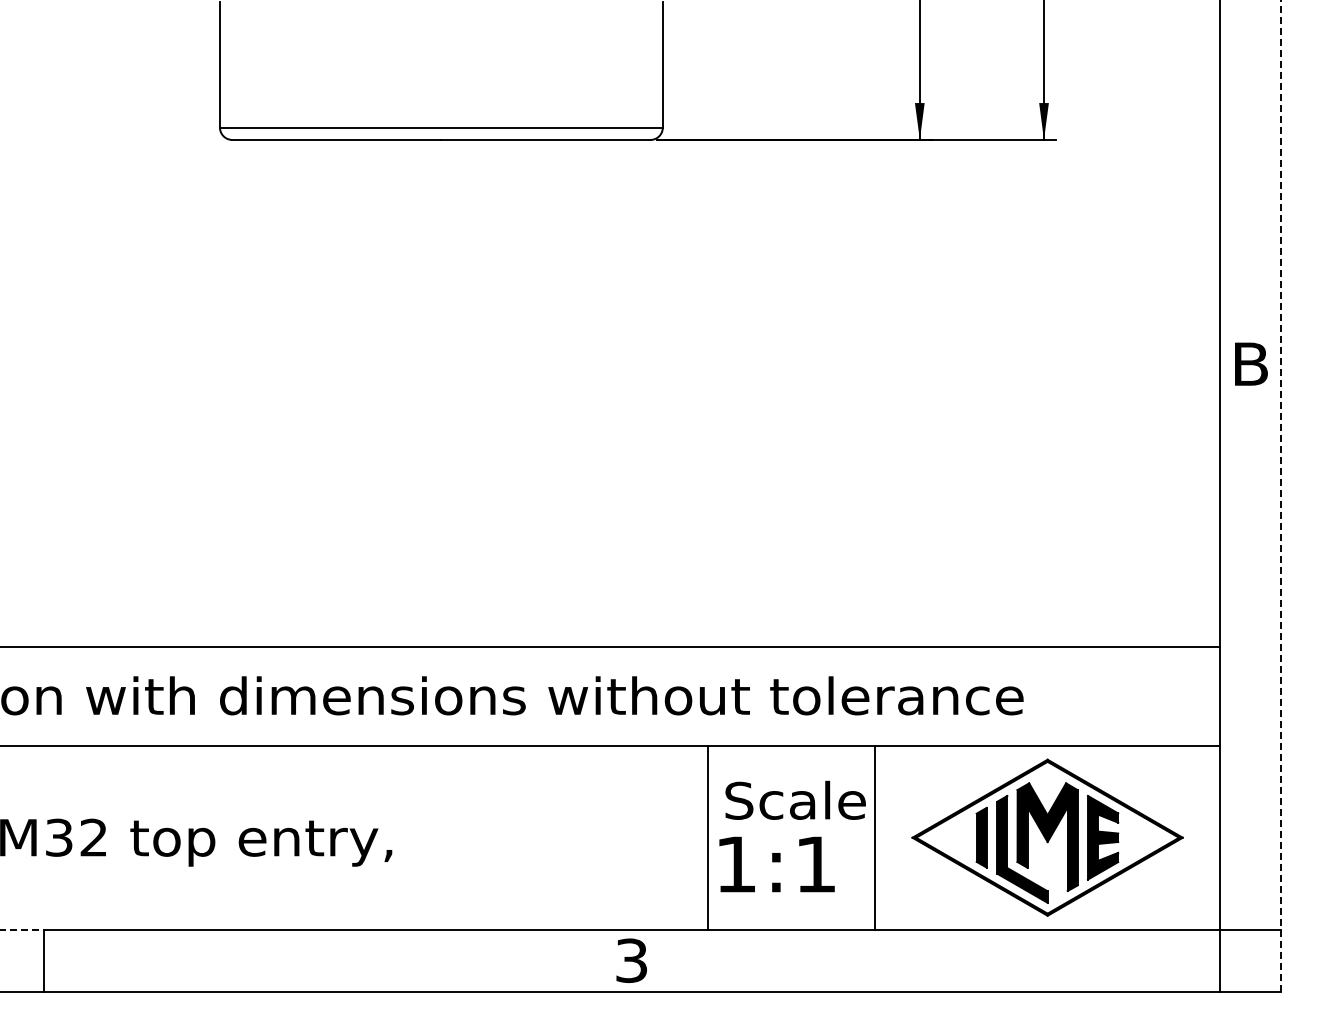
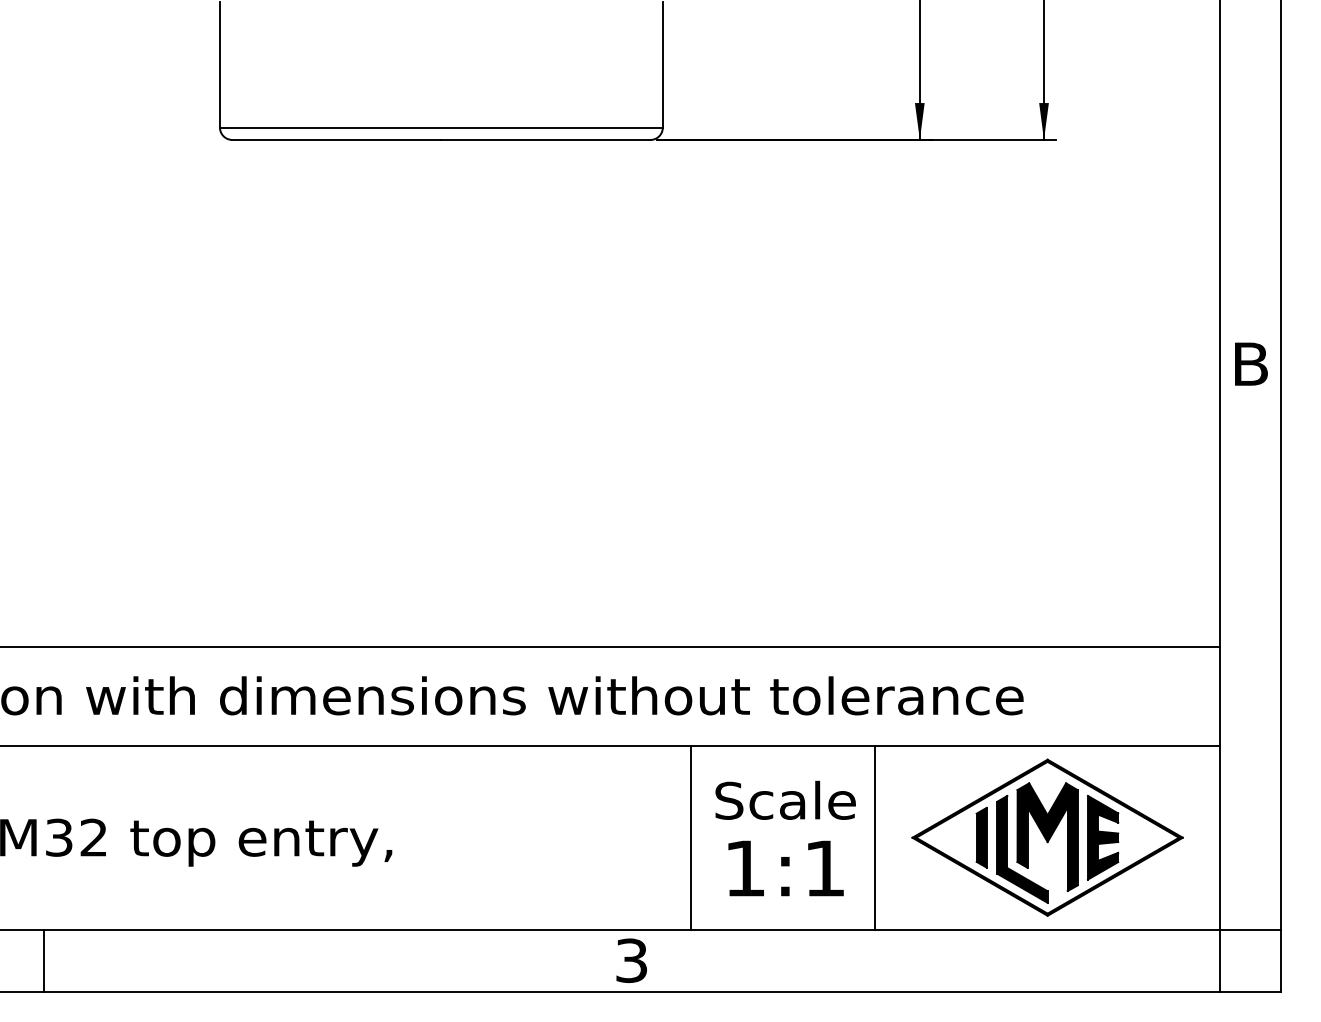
line at (1281, 495): dashed -> solid
text at (795, 799) position: (795, 799) -> (785, 799)
line at (707, 837) position: (707, 837) -> (690, 837)
text at (776, 864) position: (776, 864) -> (785, 868)
line at (22, 930): dashed -> solid
